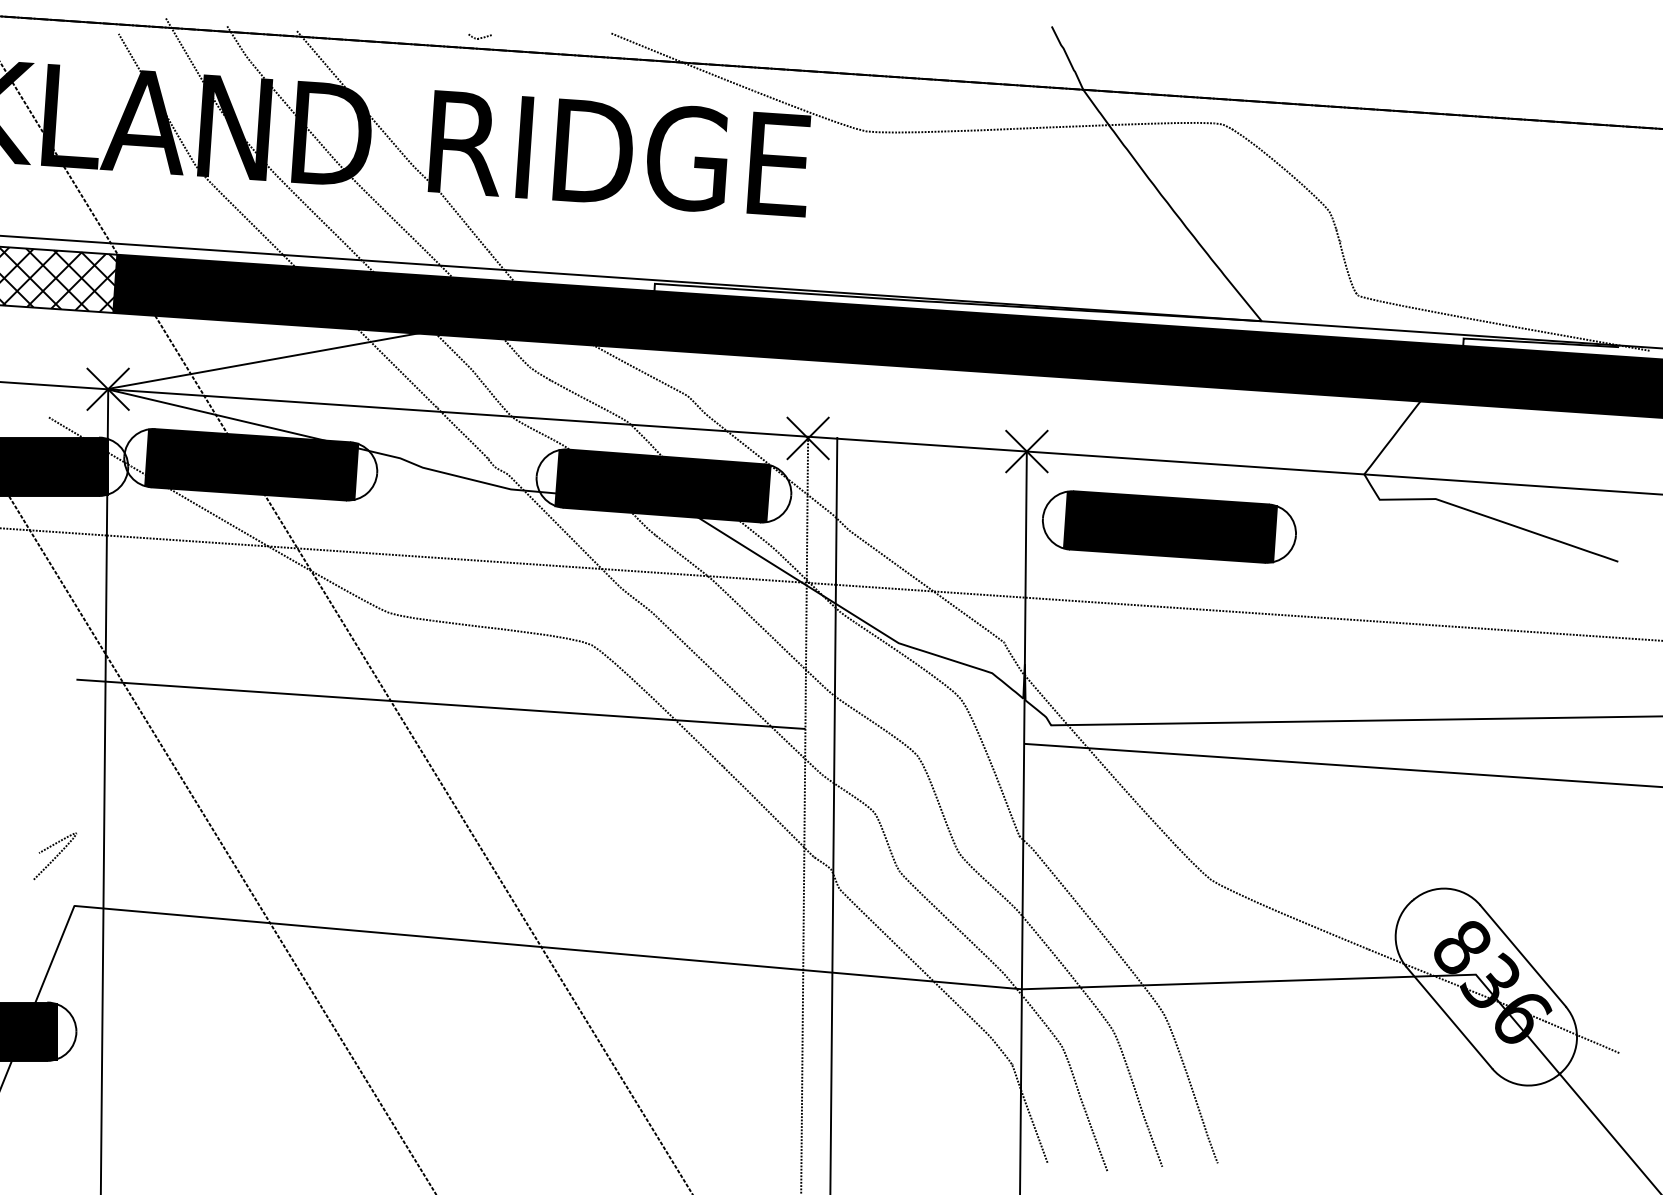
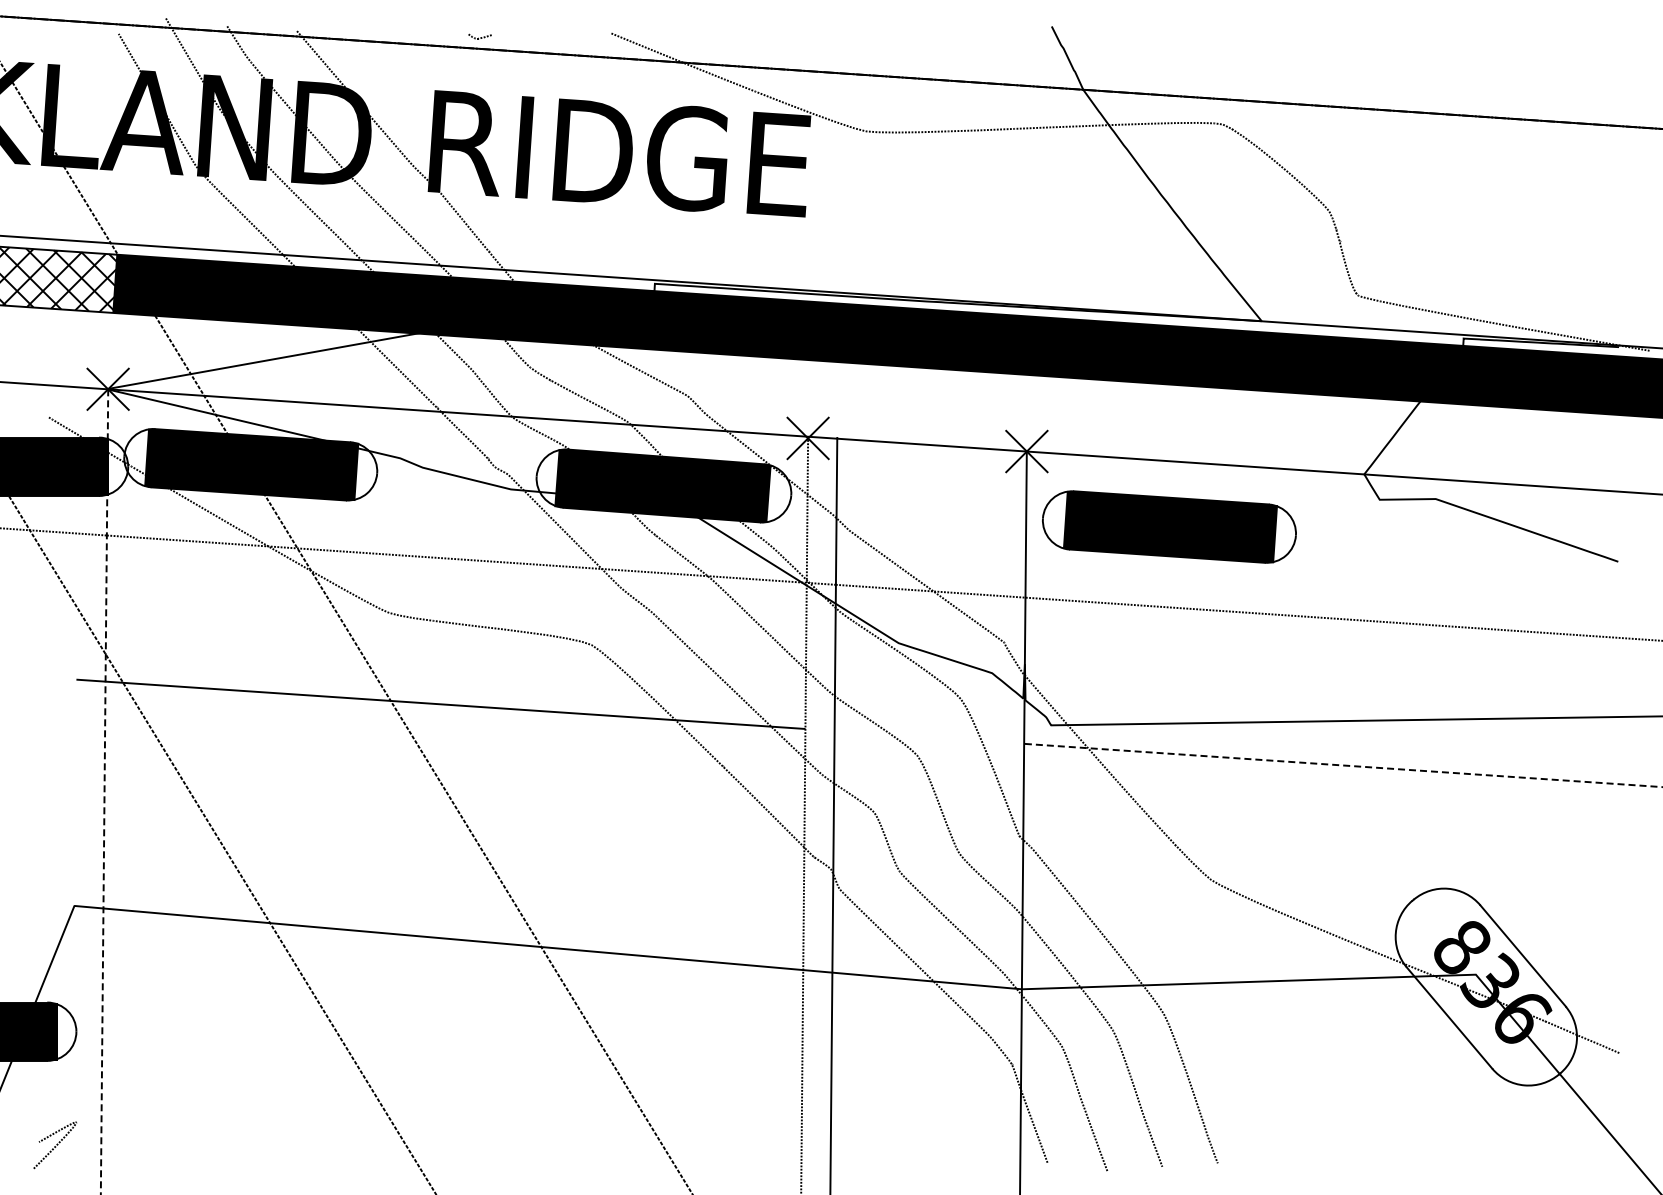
line at (1343, 765): solid -> dashed
line at (104, 792): solid -> dashed
curve at (55, 857) position: (55, 857) -> (55, 1146)
